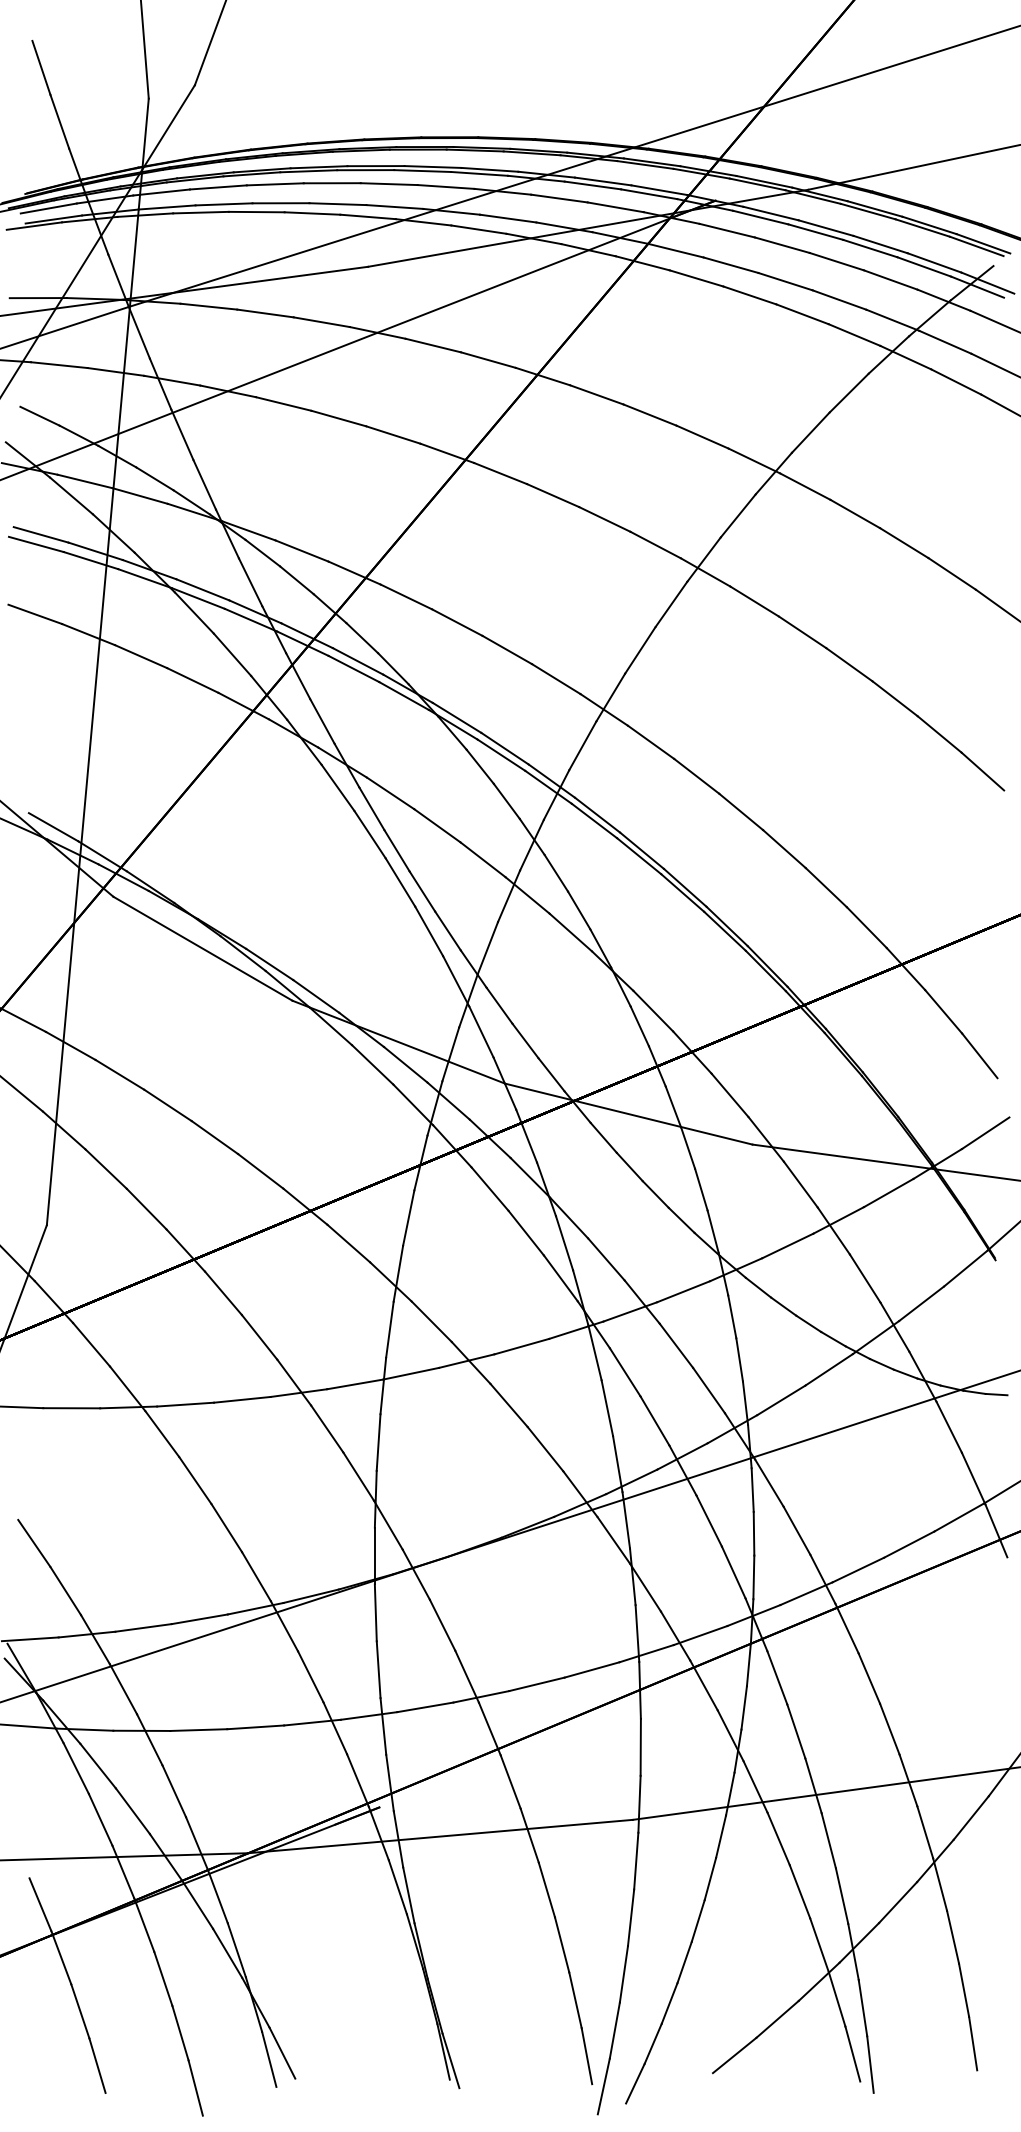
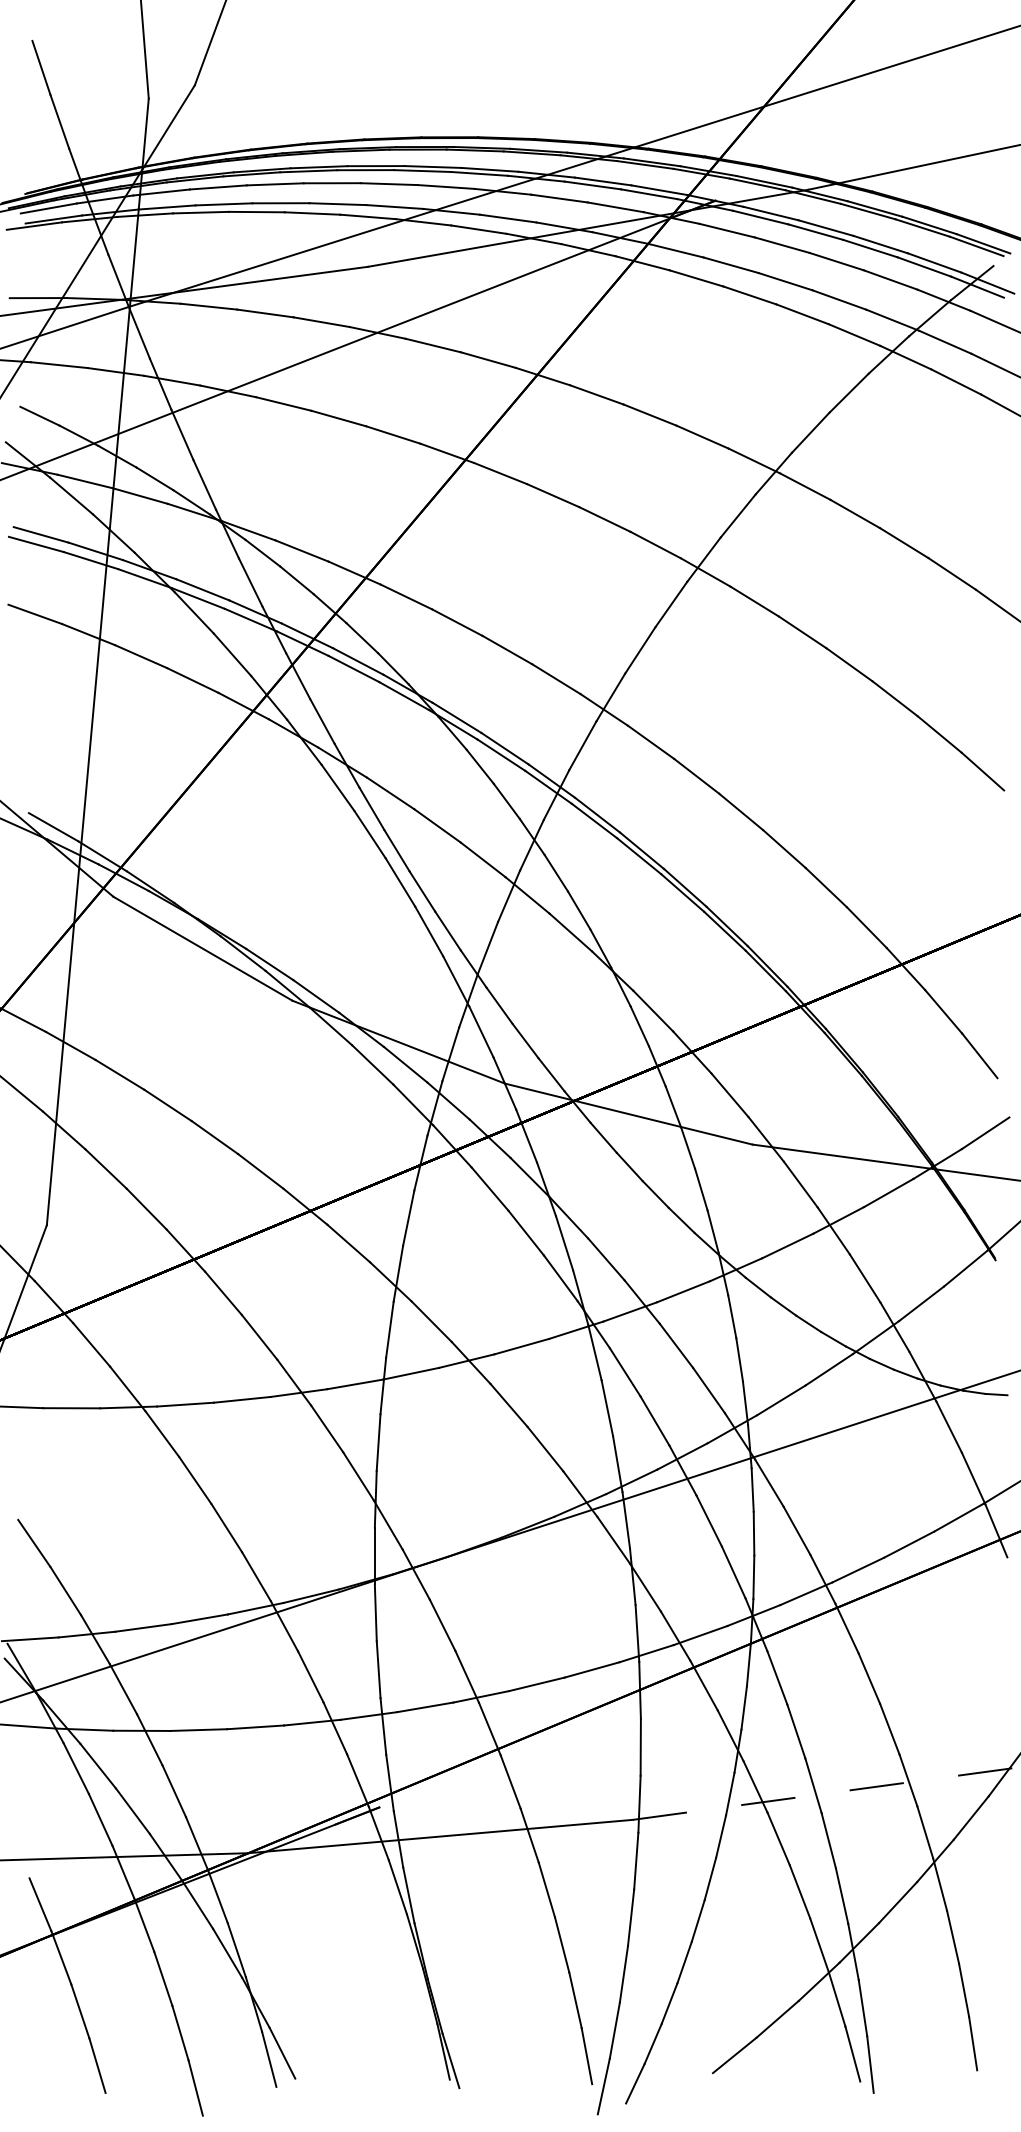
line at (826, 1793): solid -> dashed
